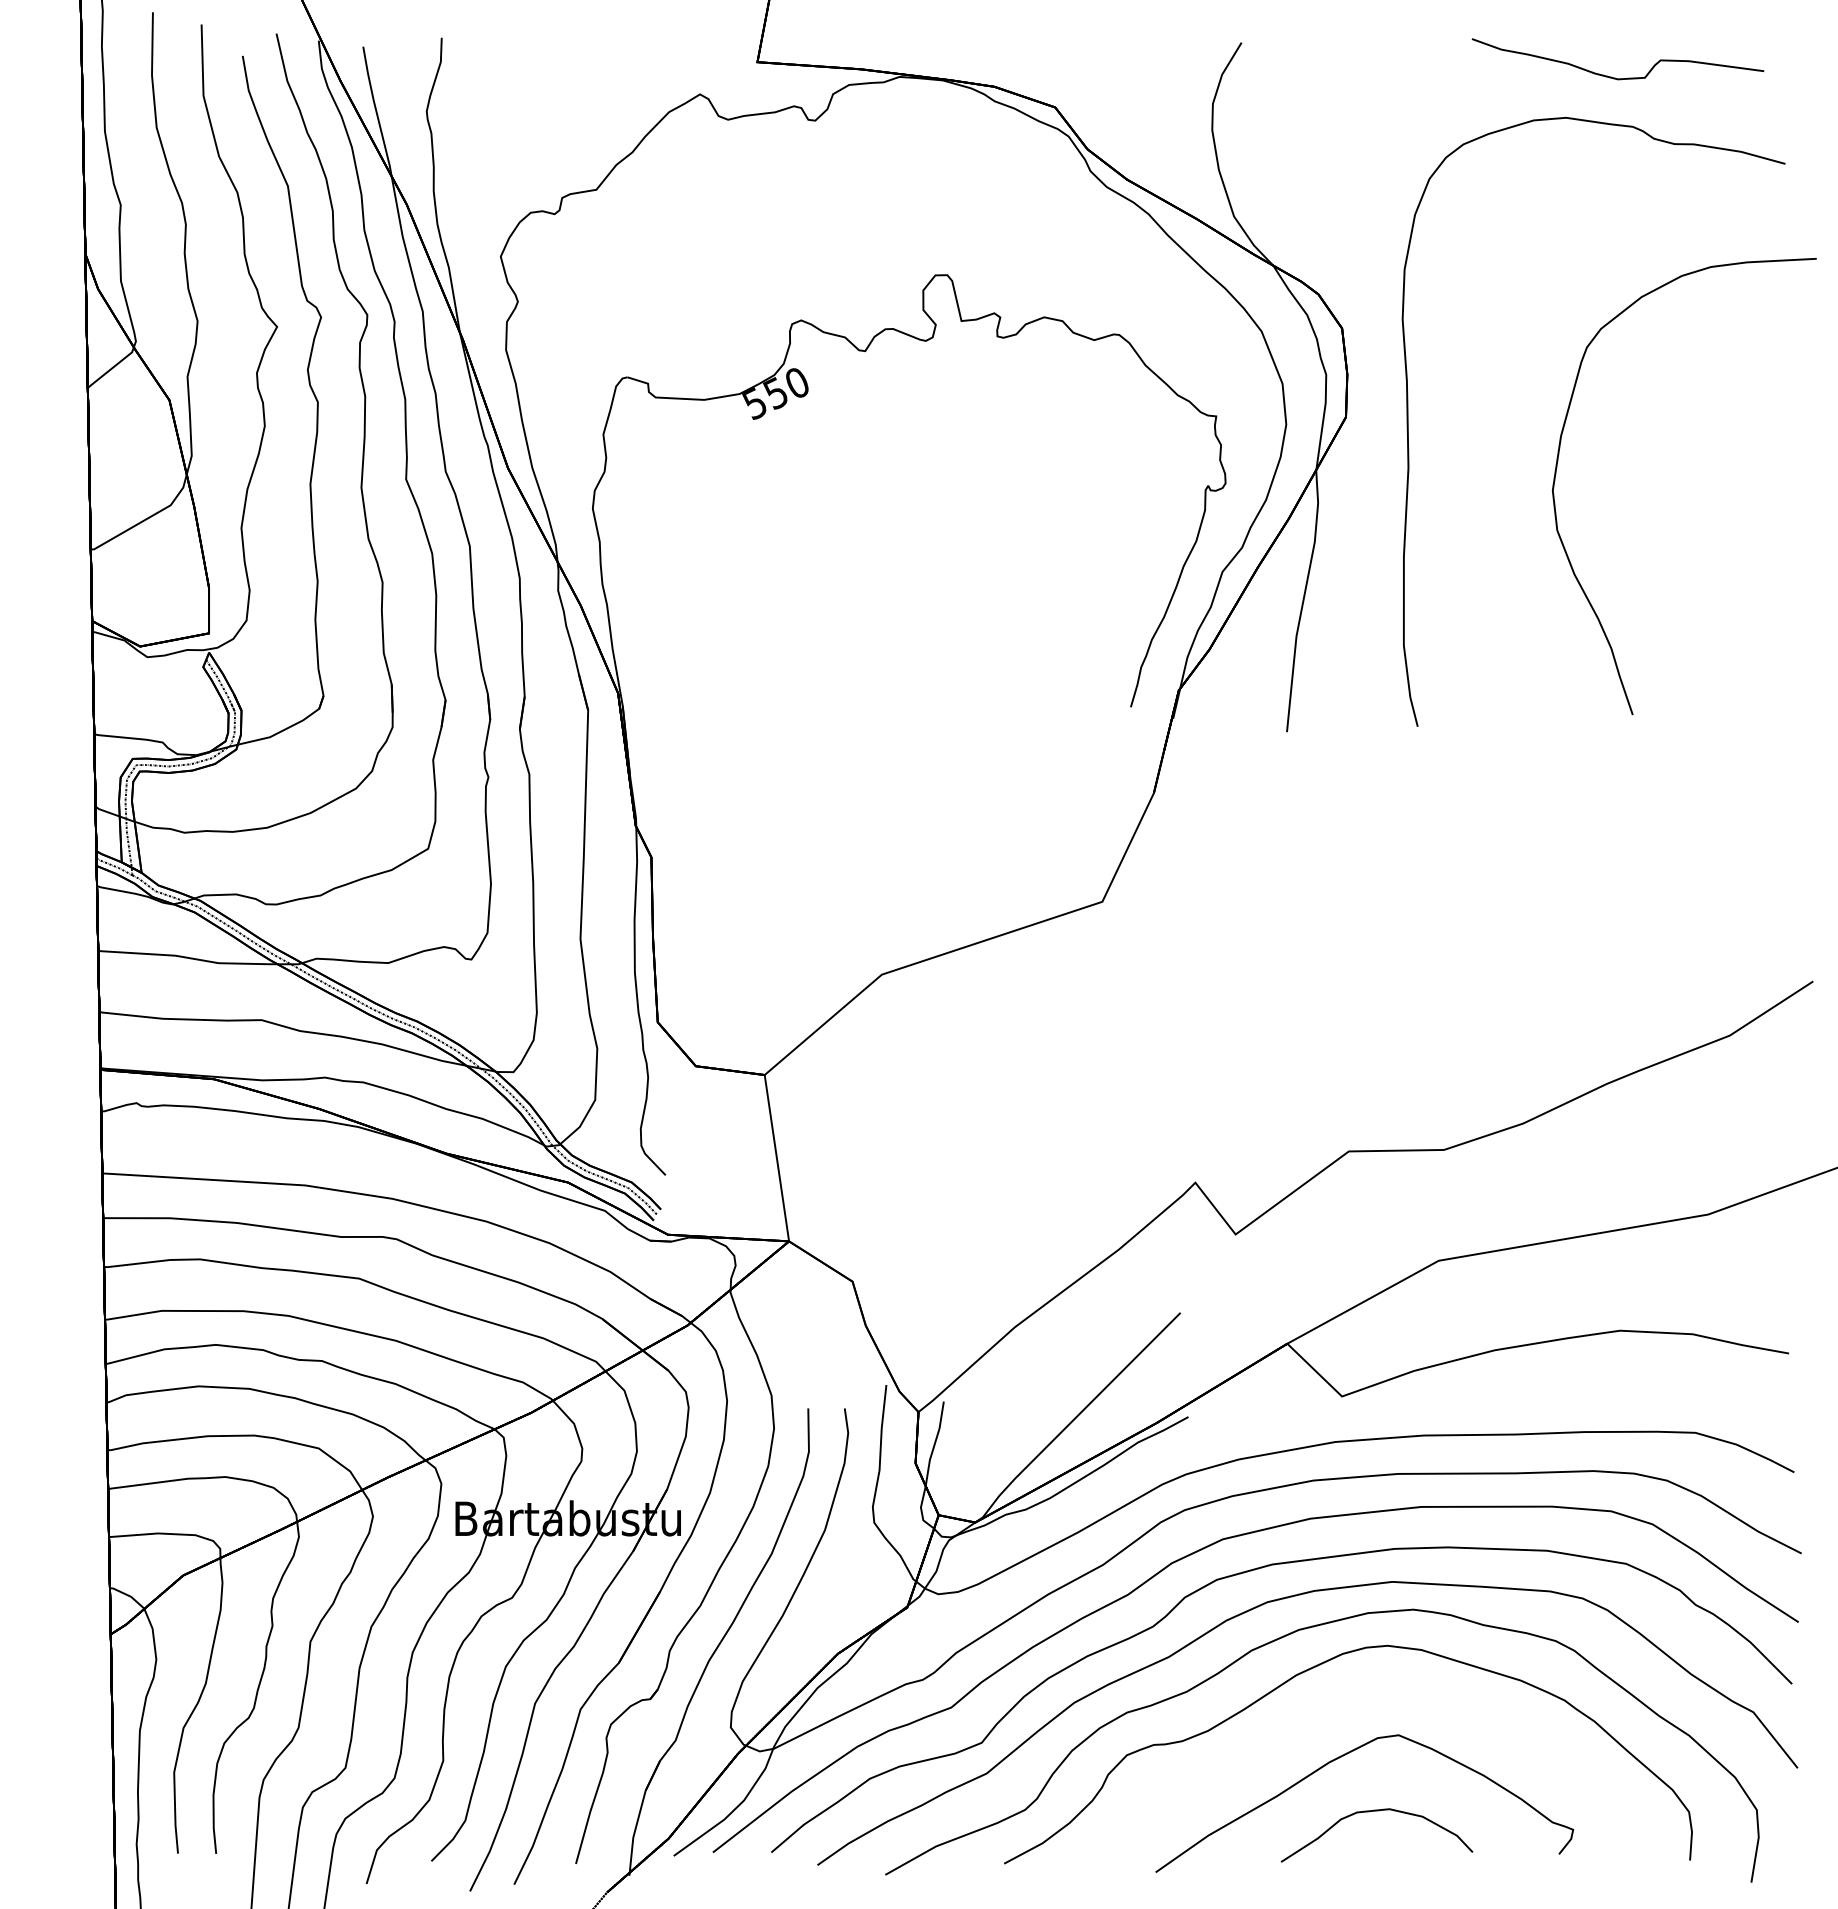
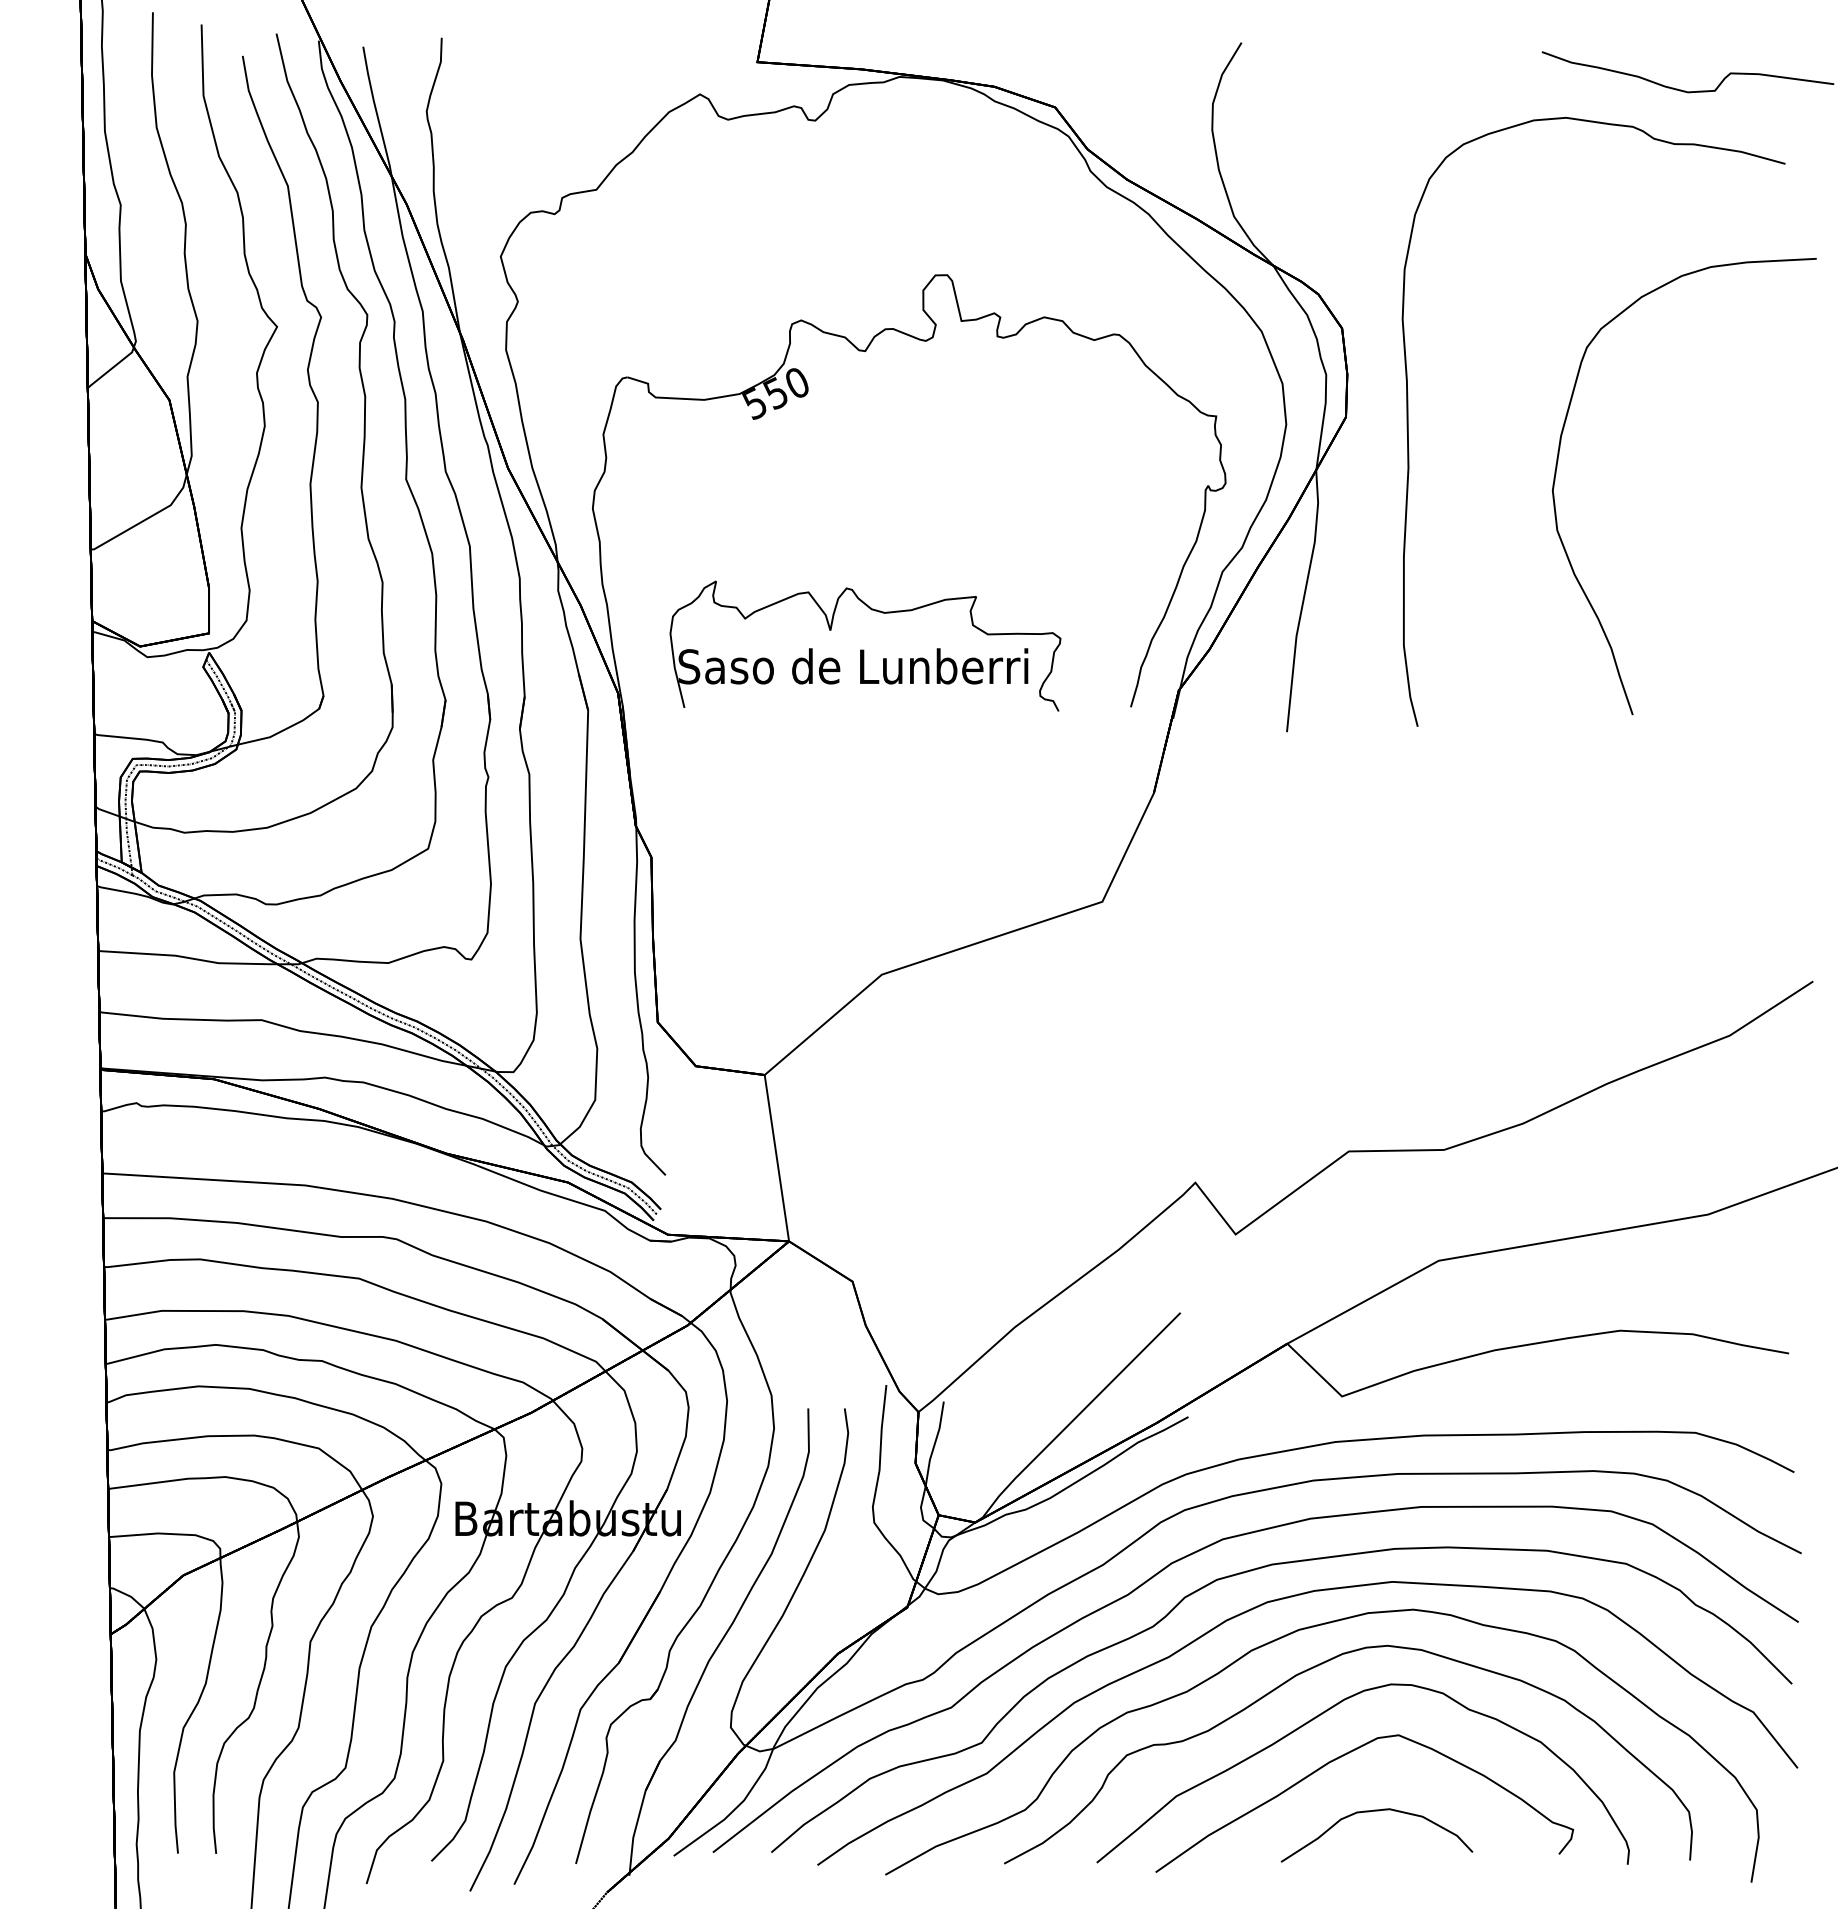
curve at (1611, 76) position: (1611, 76) -> (1681, 89)
part at (865, 645): none -> present
curve at (1324, 1713): none -> present
